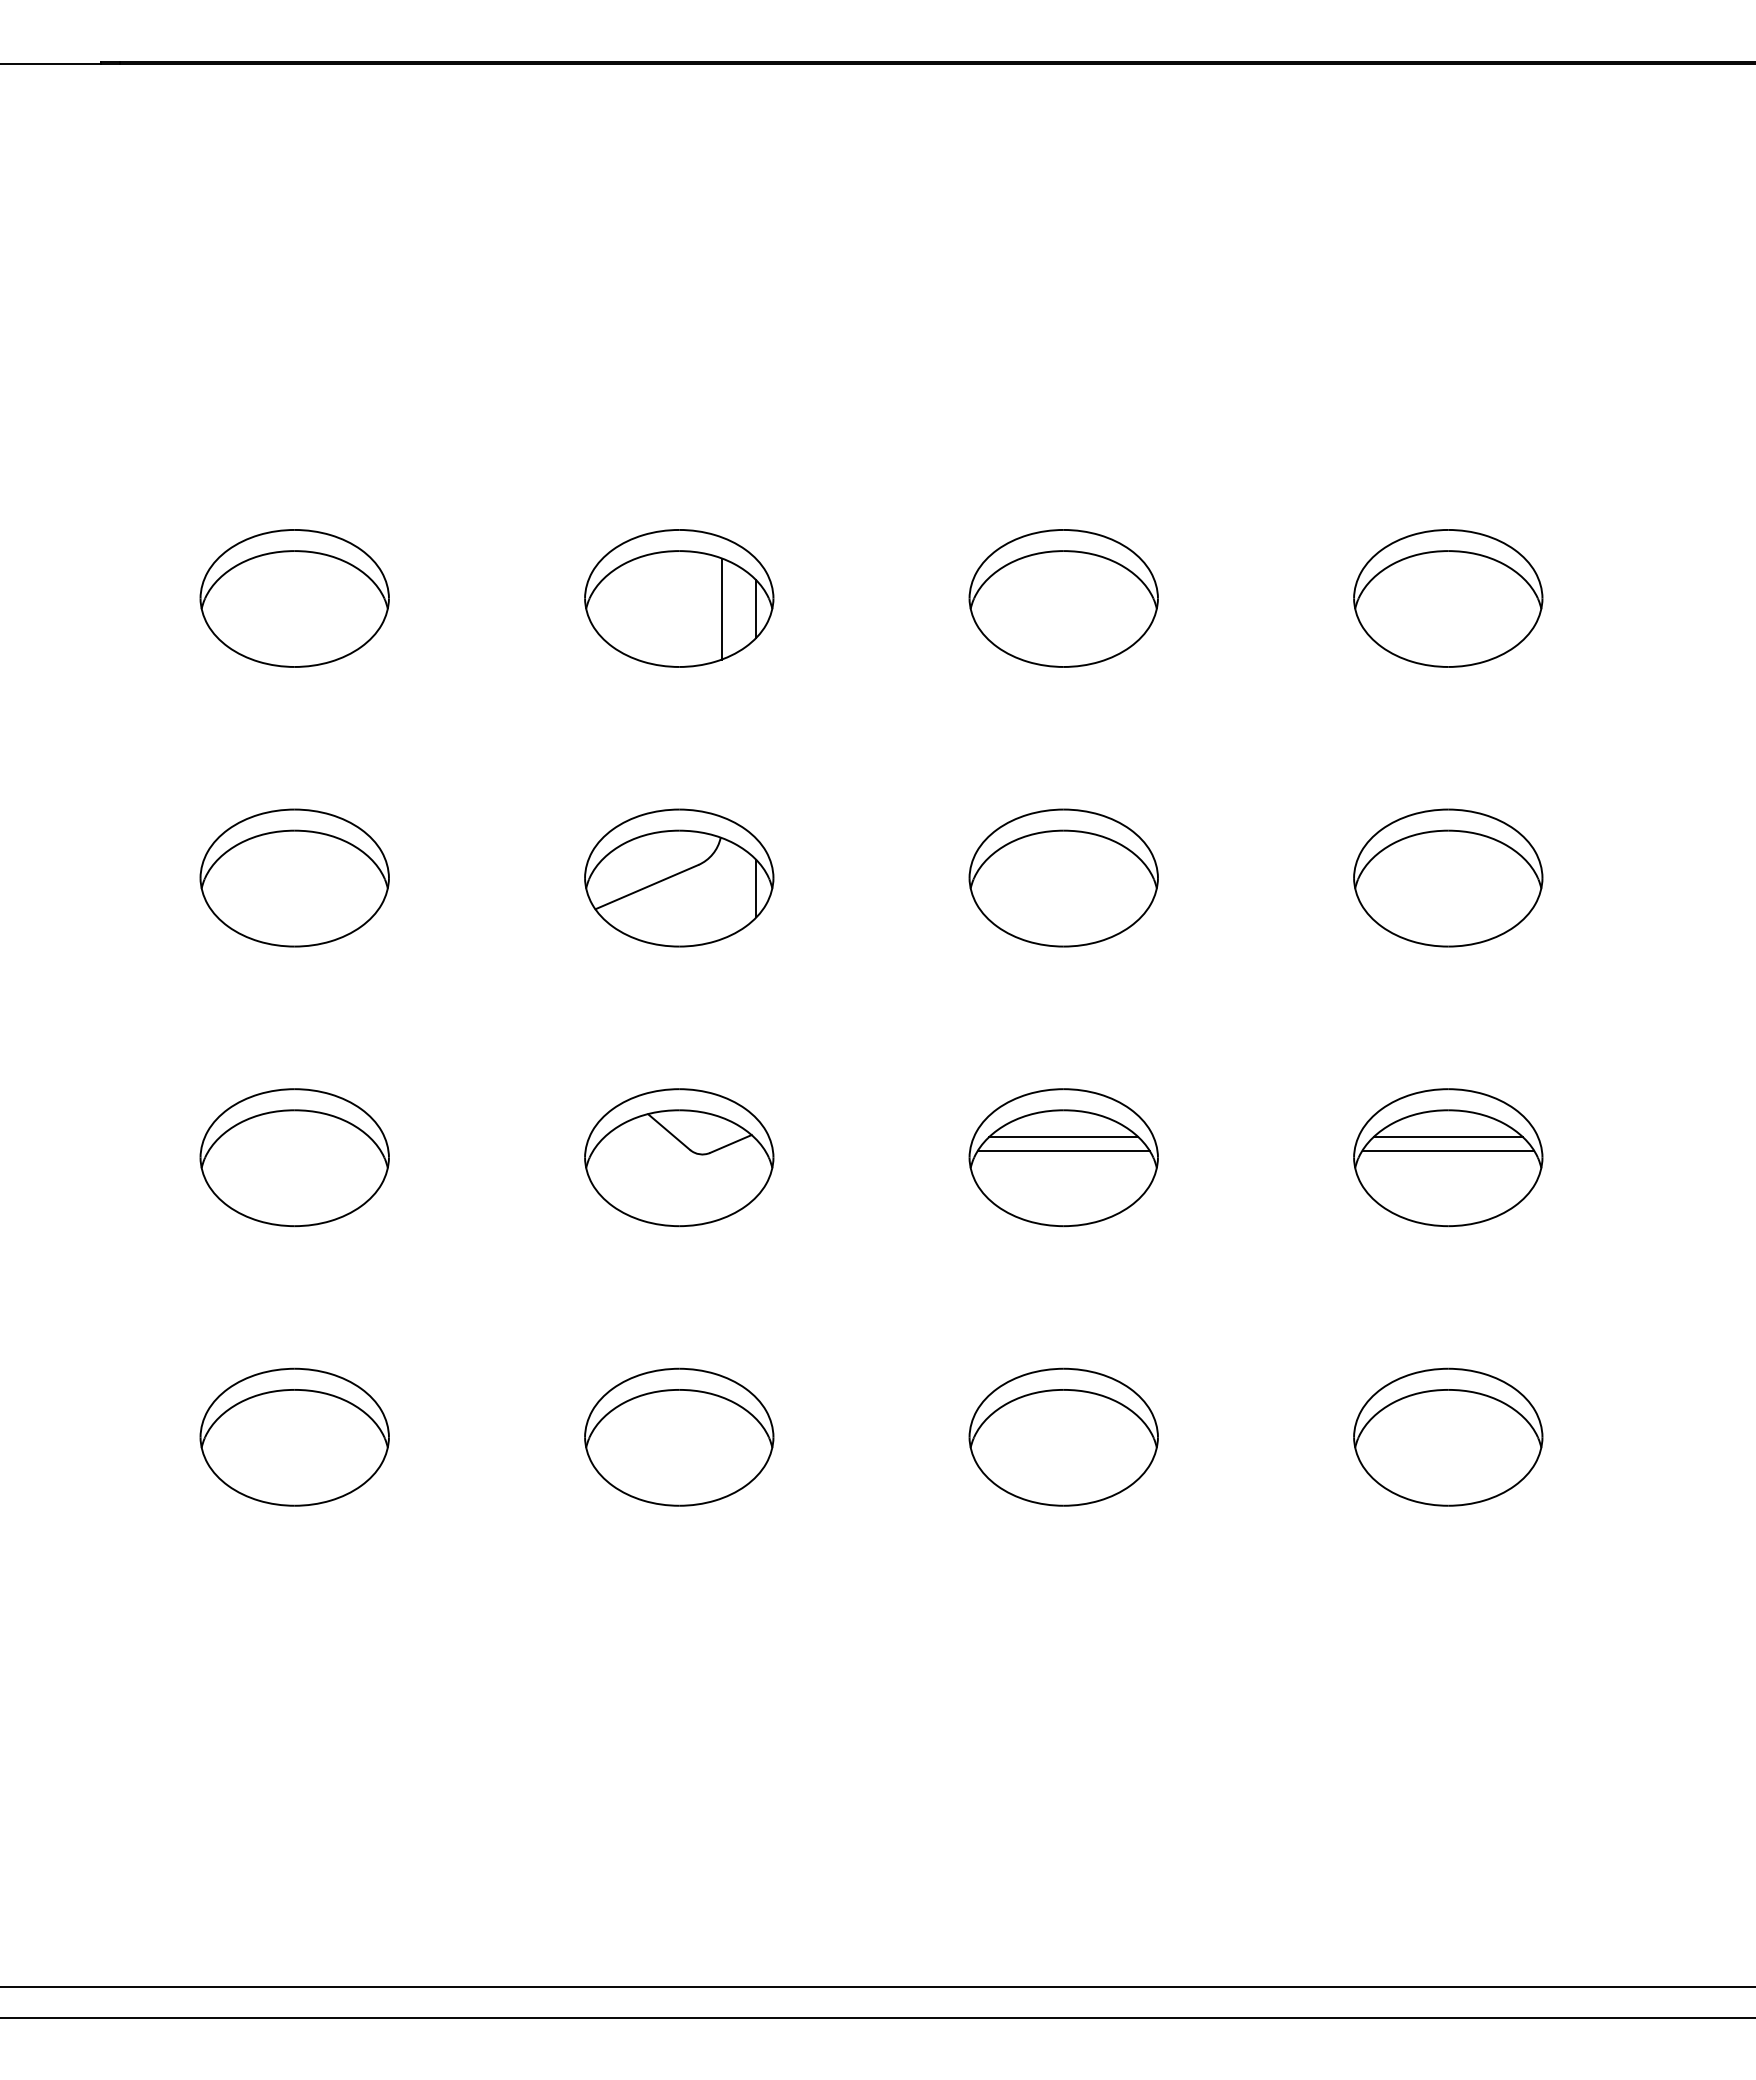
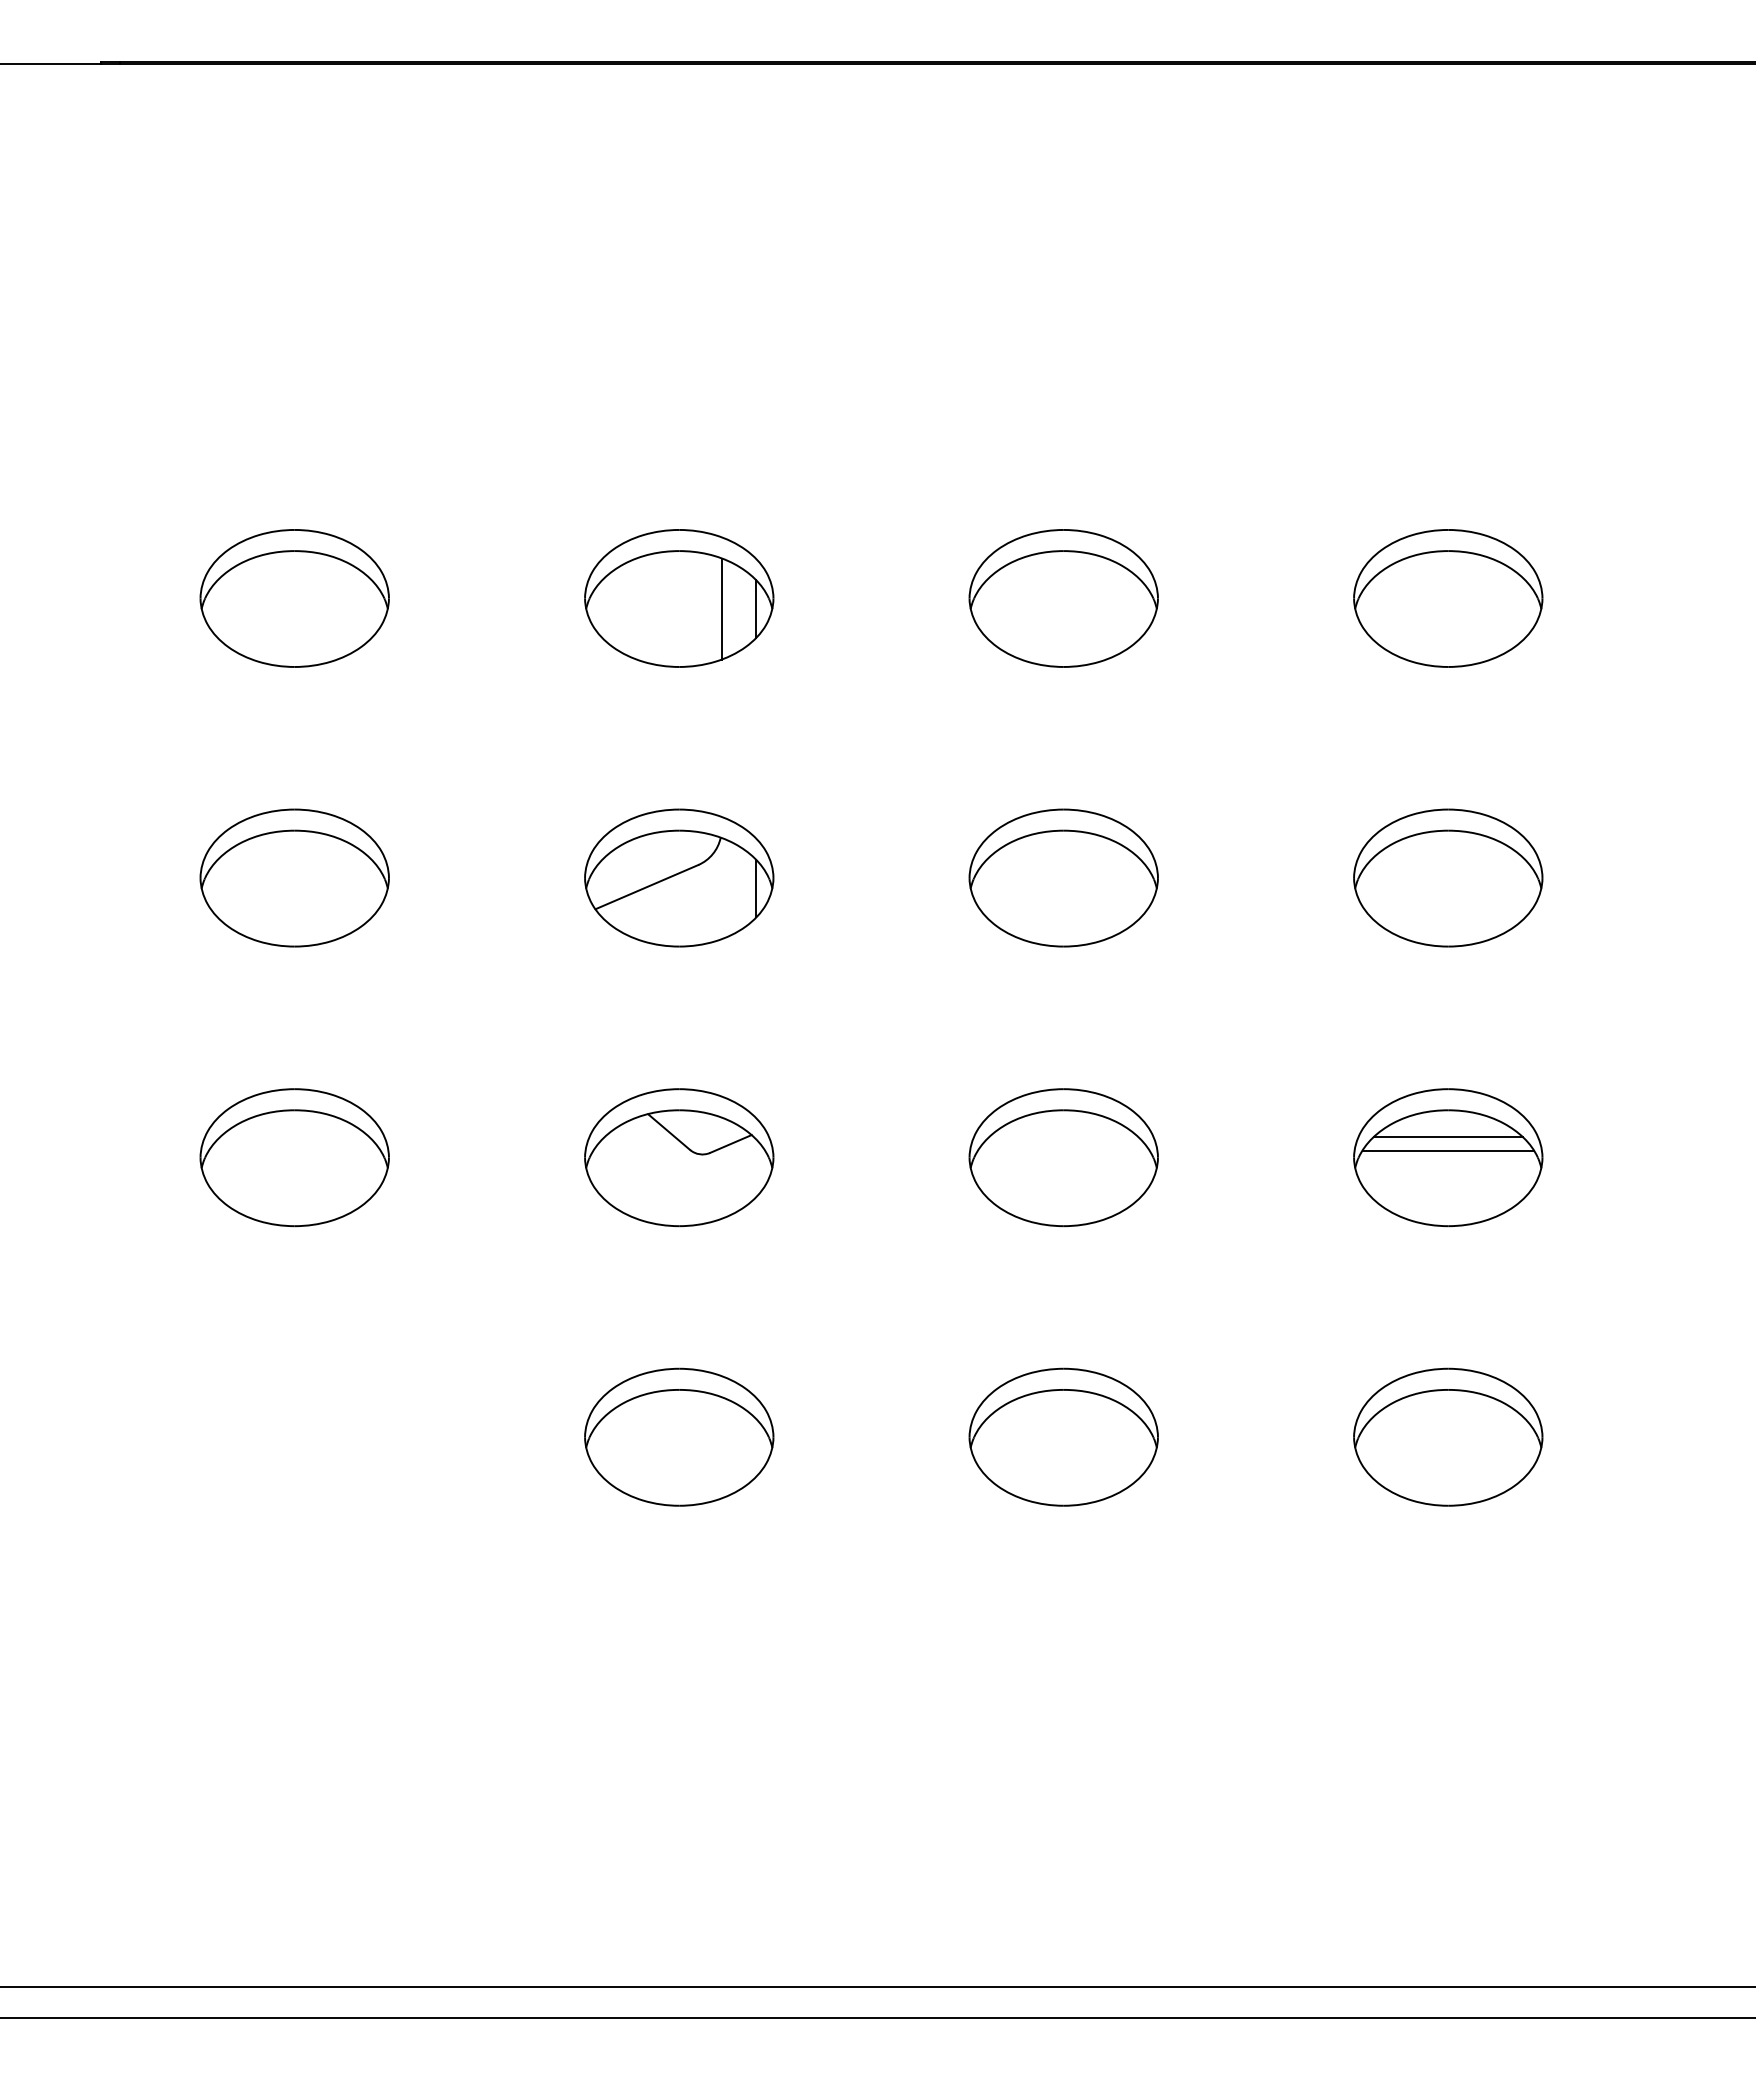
line at (1063, 1137): present -> none
line at (1063, 1150): present -> none
part at (294, 1436): present -> none
